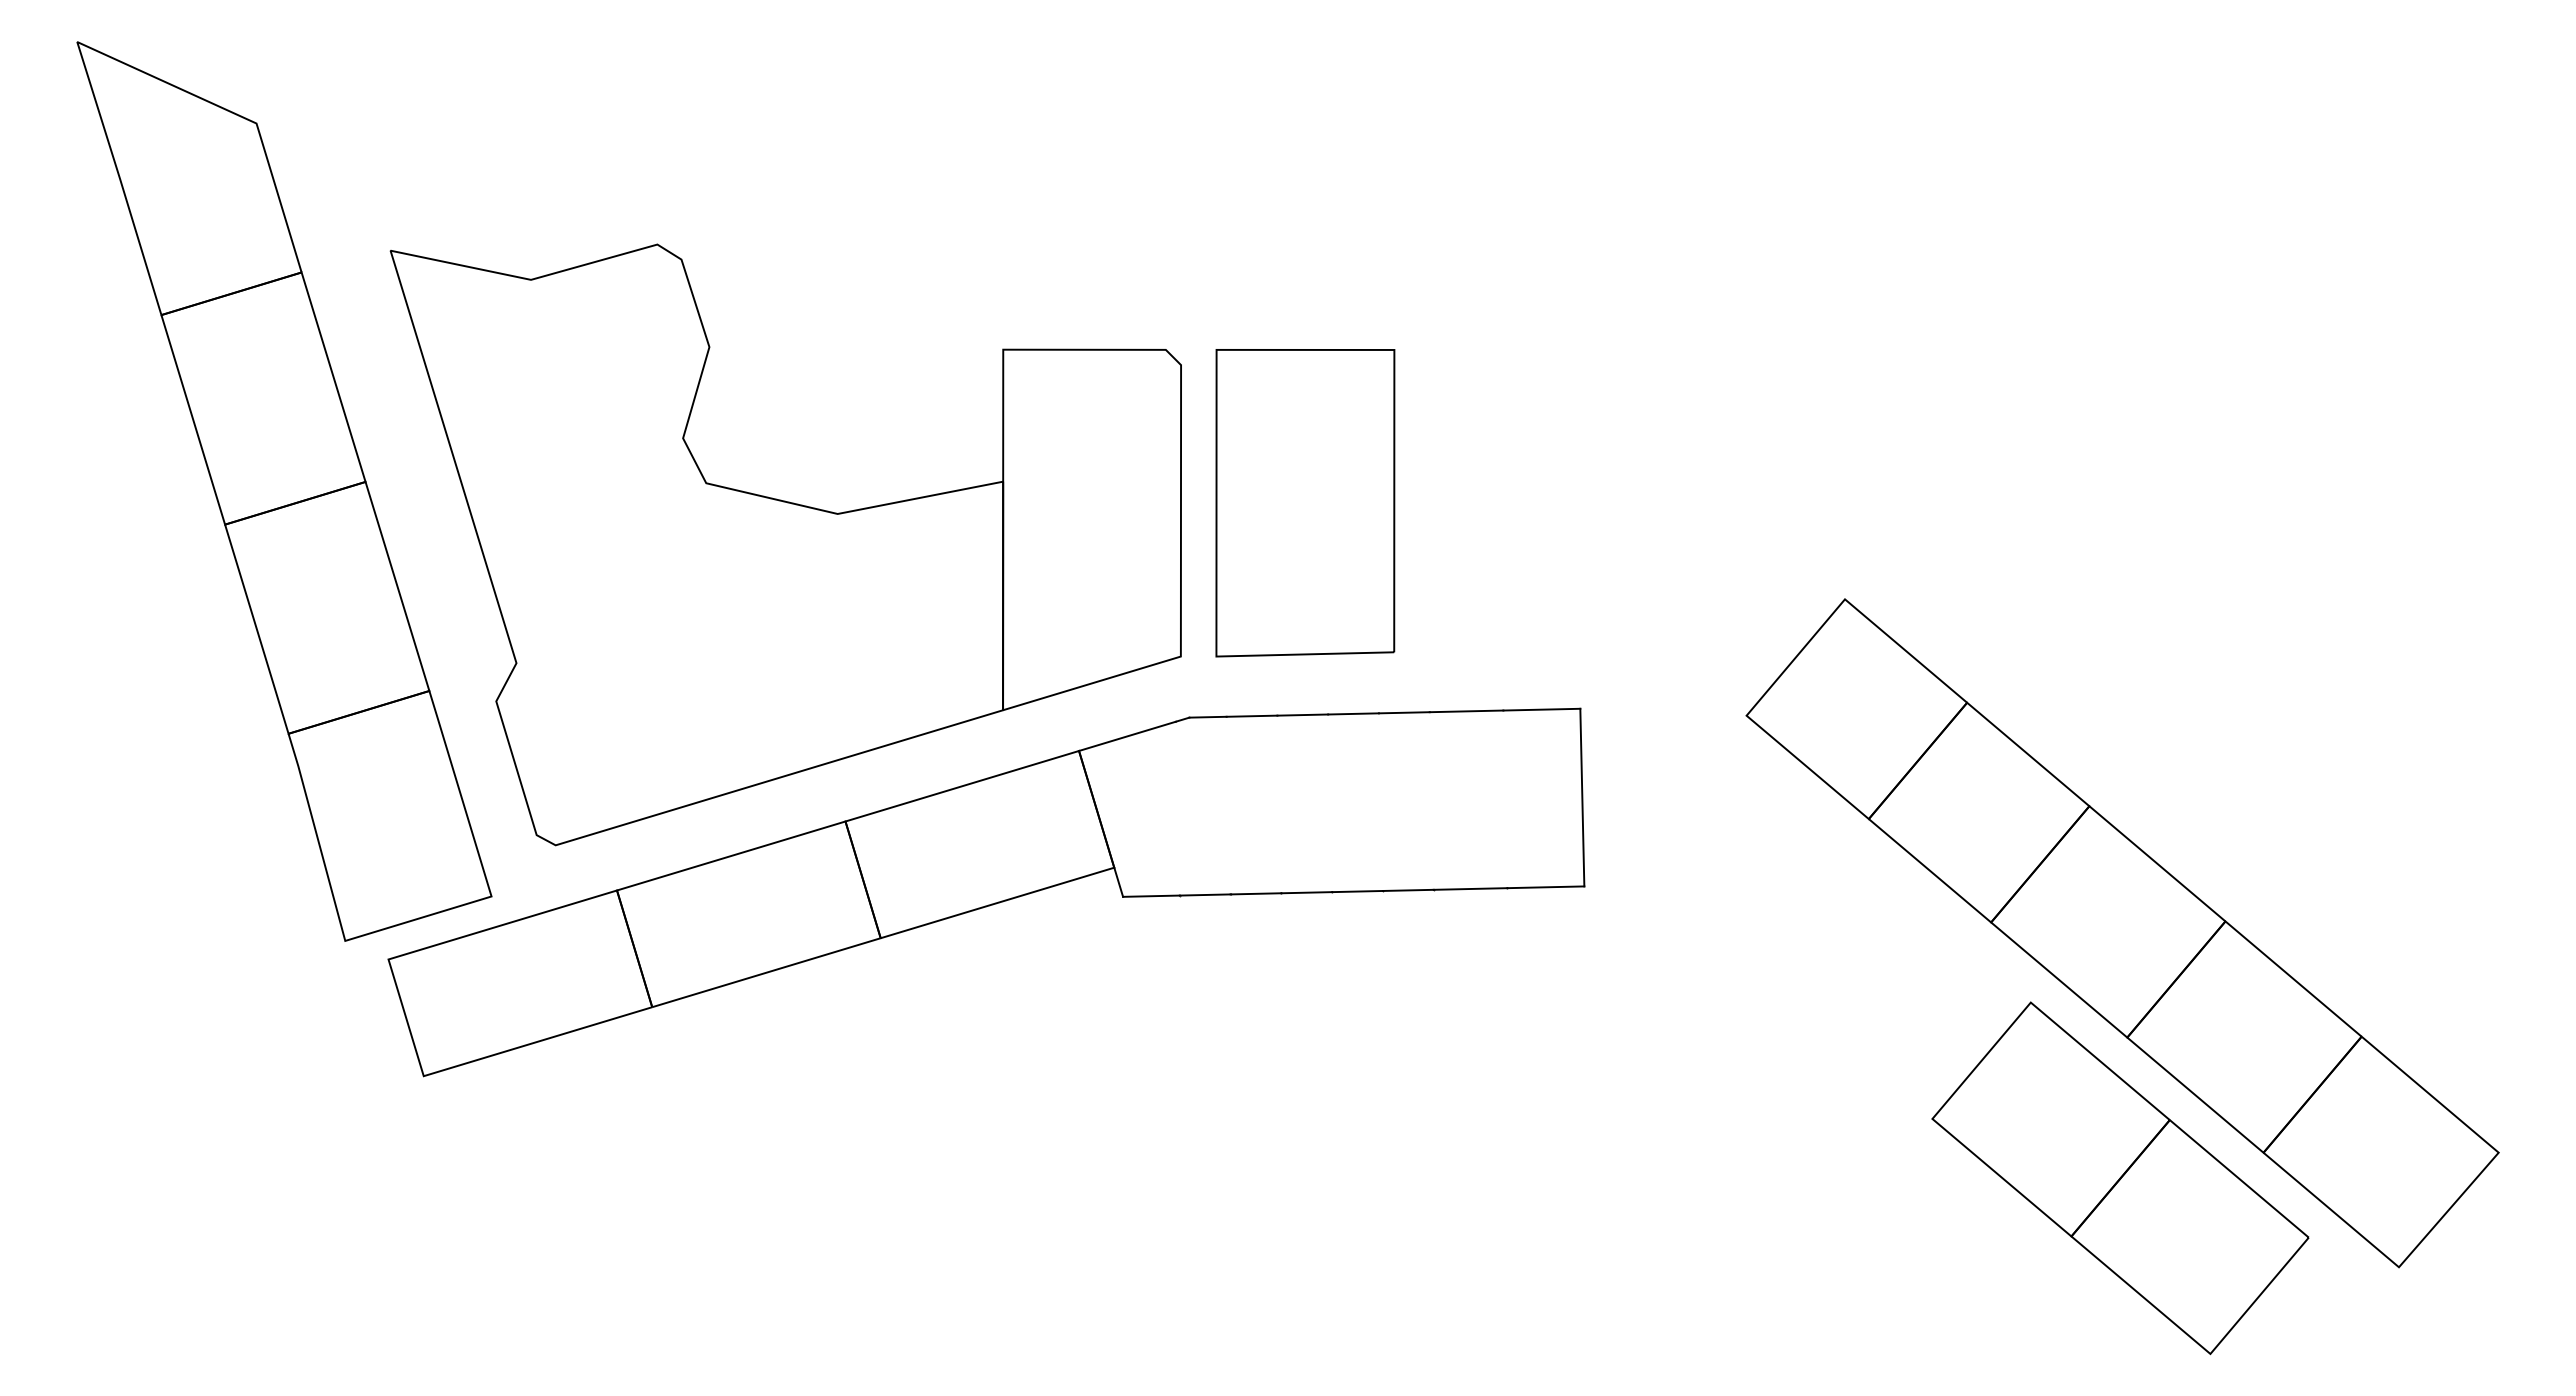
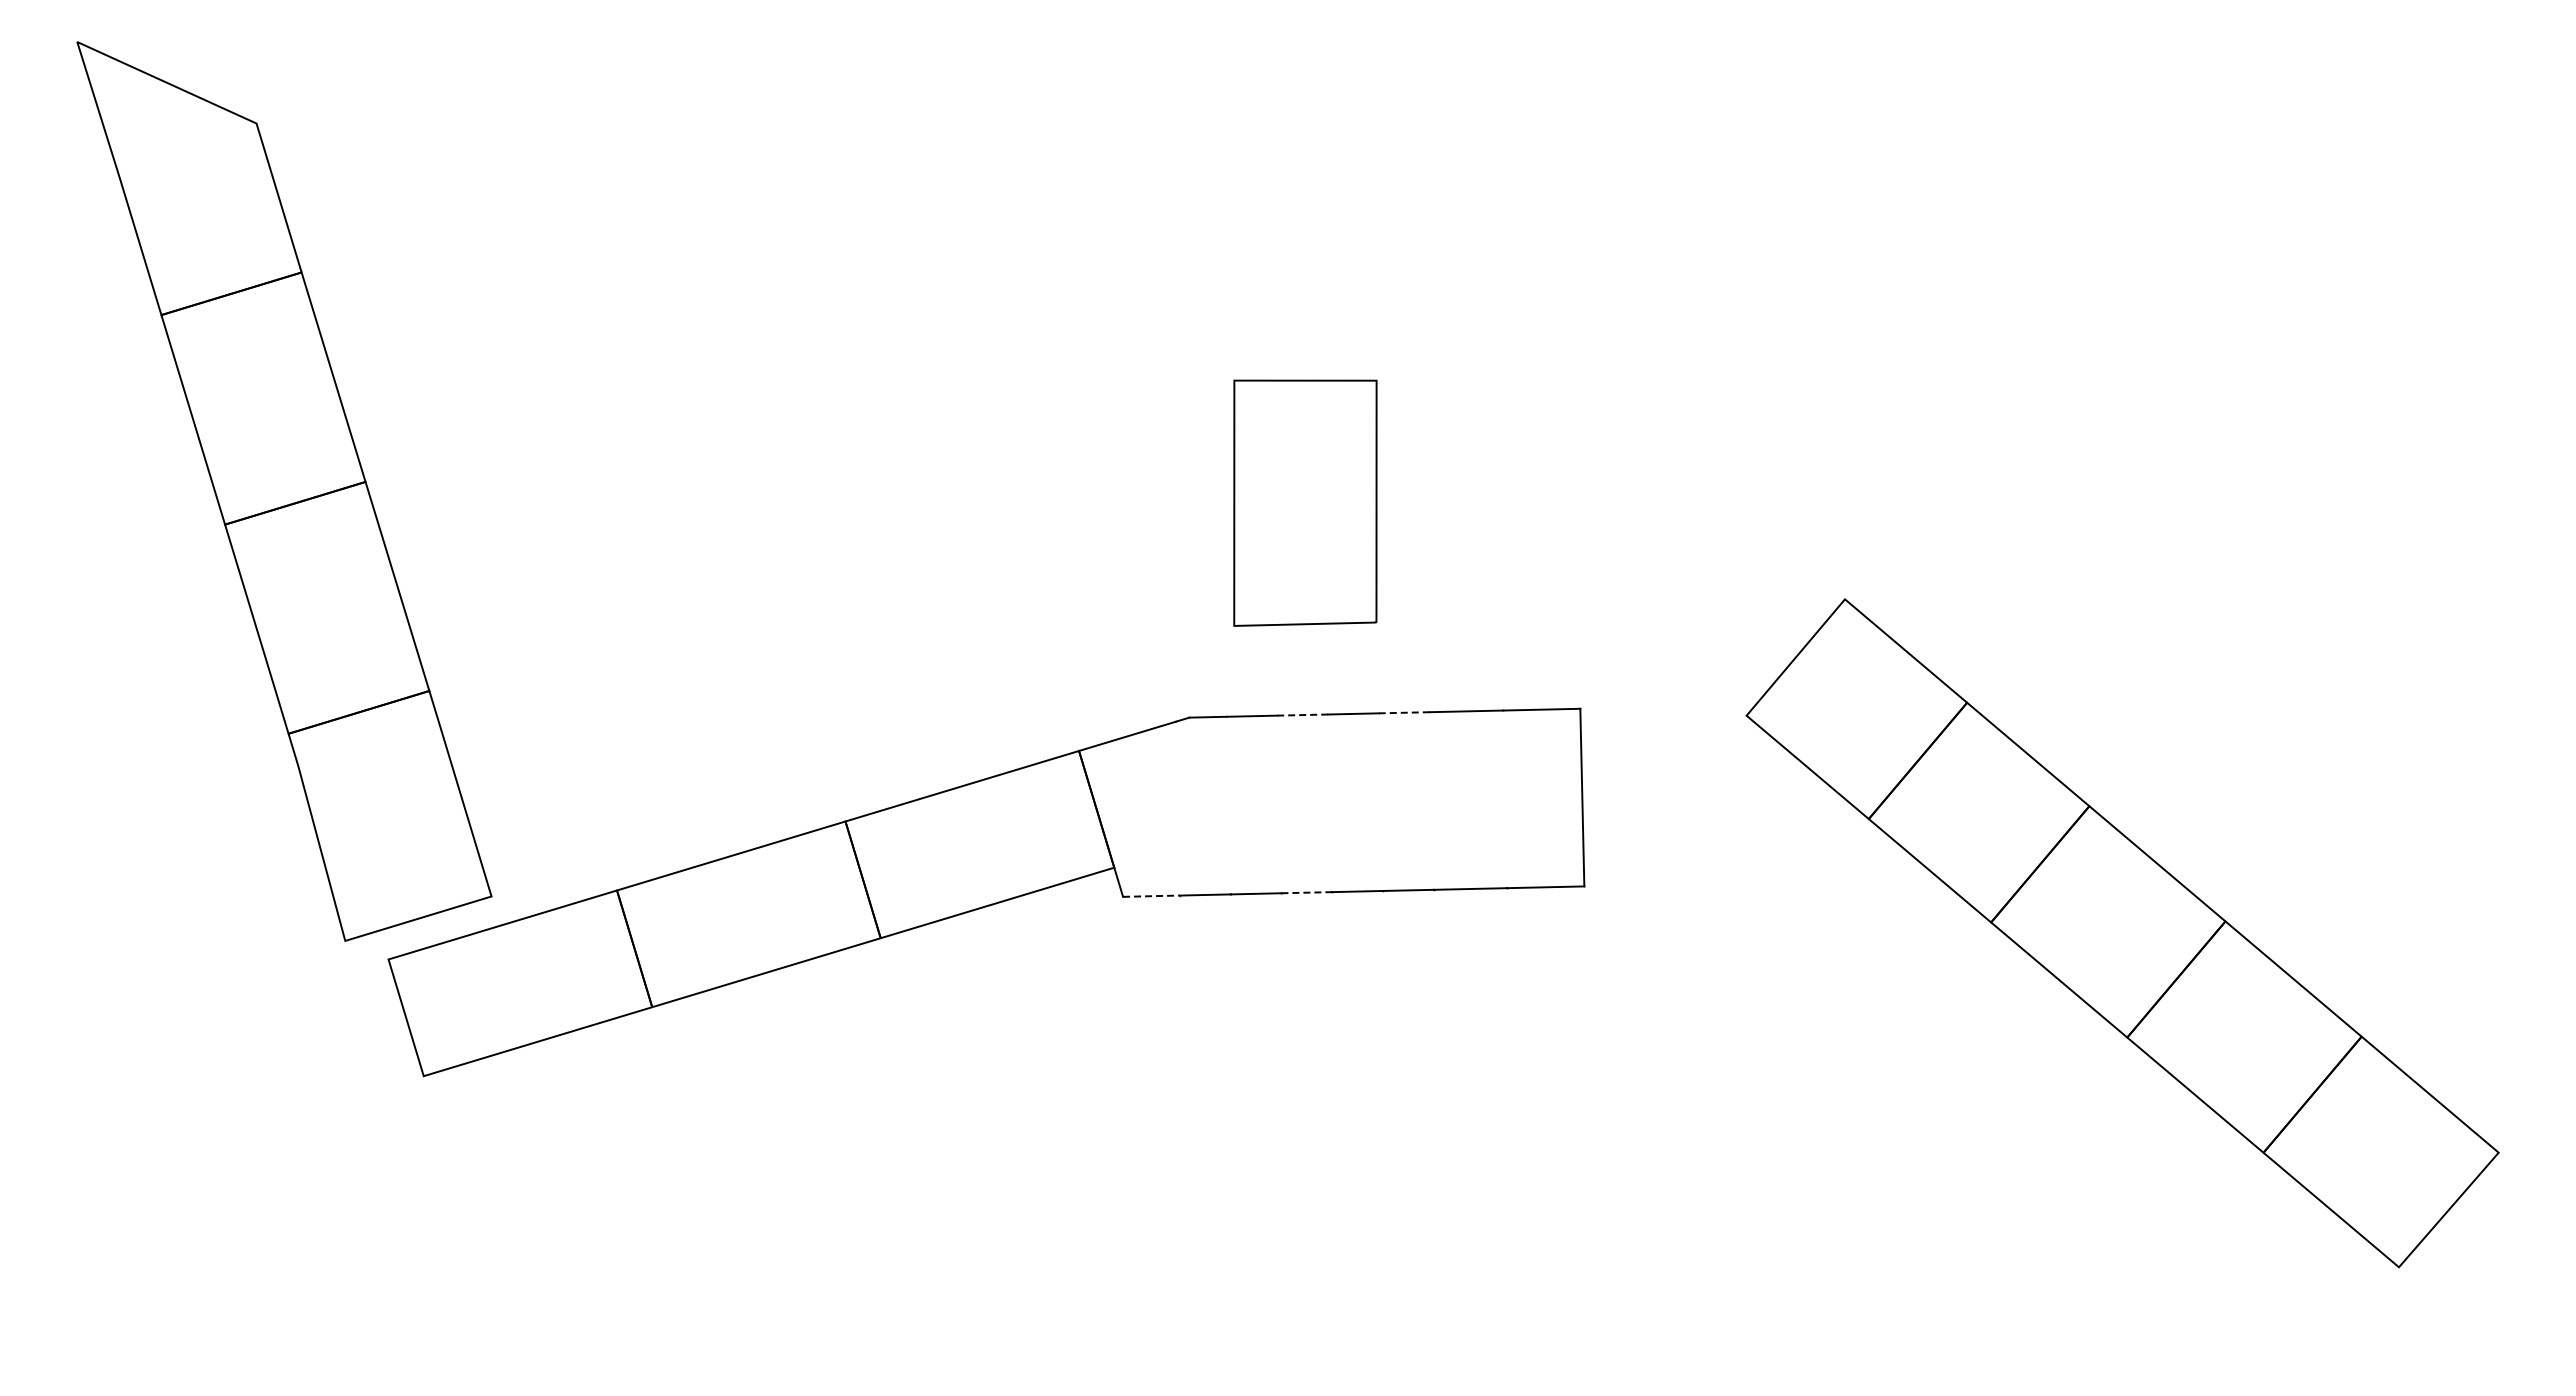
part at (1305, 503) size: 181x309 px -> 145x248 px
part at (785, 544): present -> none
line at (1403, 712): solid -> dashed
line at (1302, 715): solid -> dashed
line at (1307, 892): solid -> dashed
line at (1151, 896): solid -> dashed
part at (2120, 1177): present -> none
